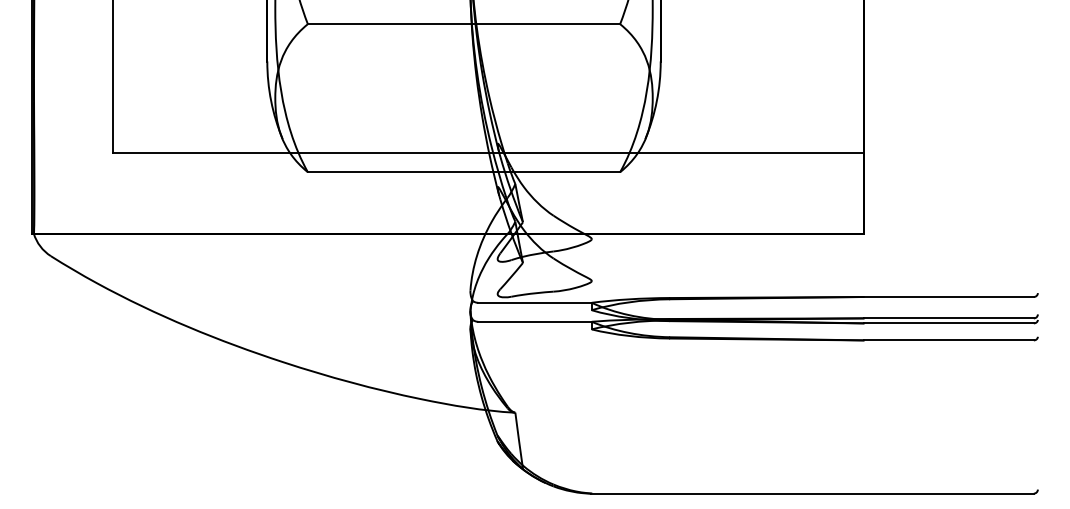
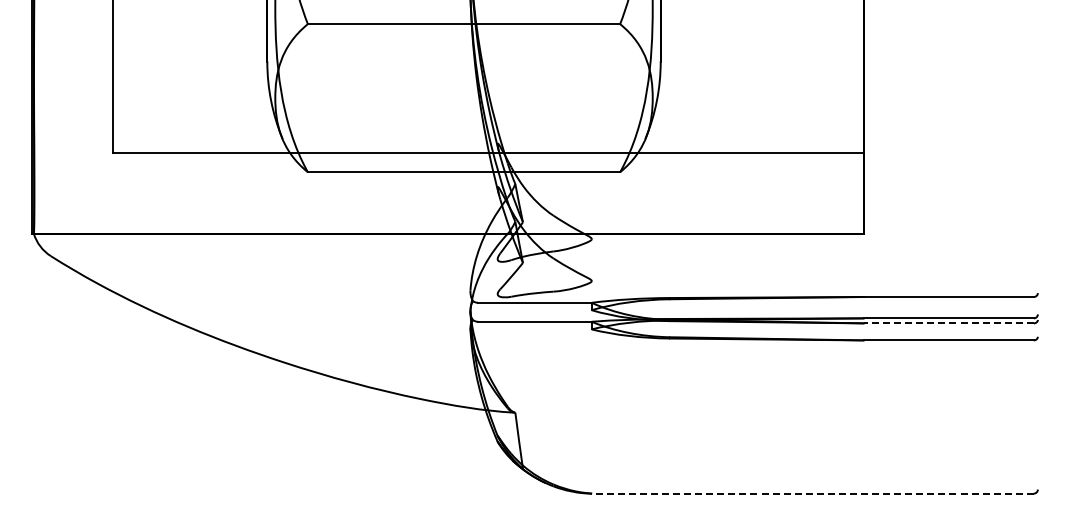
line at (948, 323): solid -> dashed
line at (812, 493): solid -> dashed
